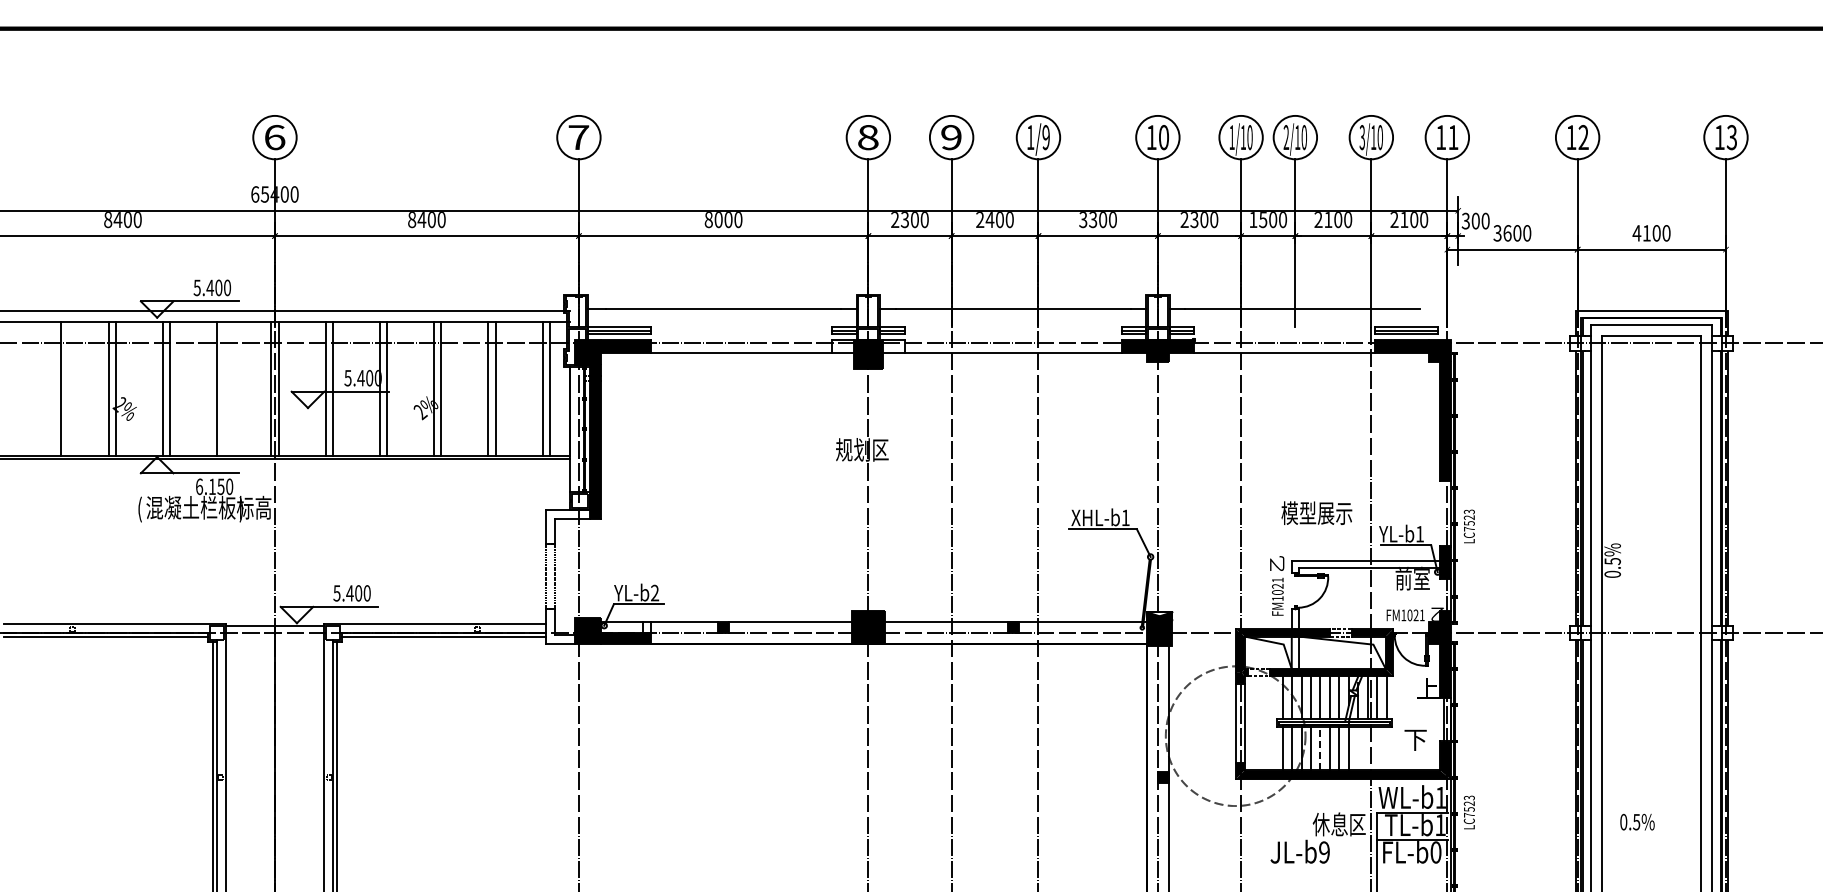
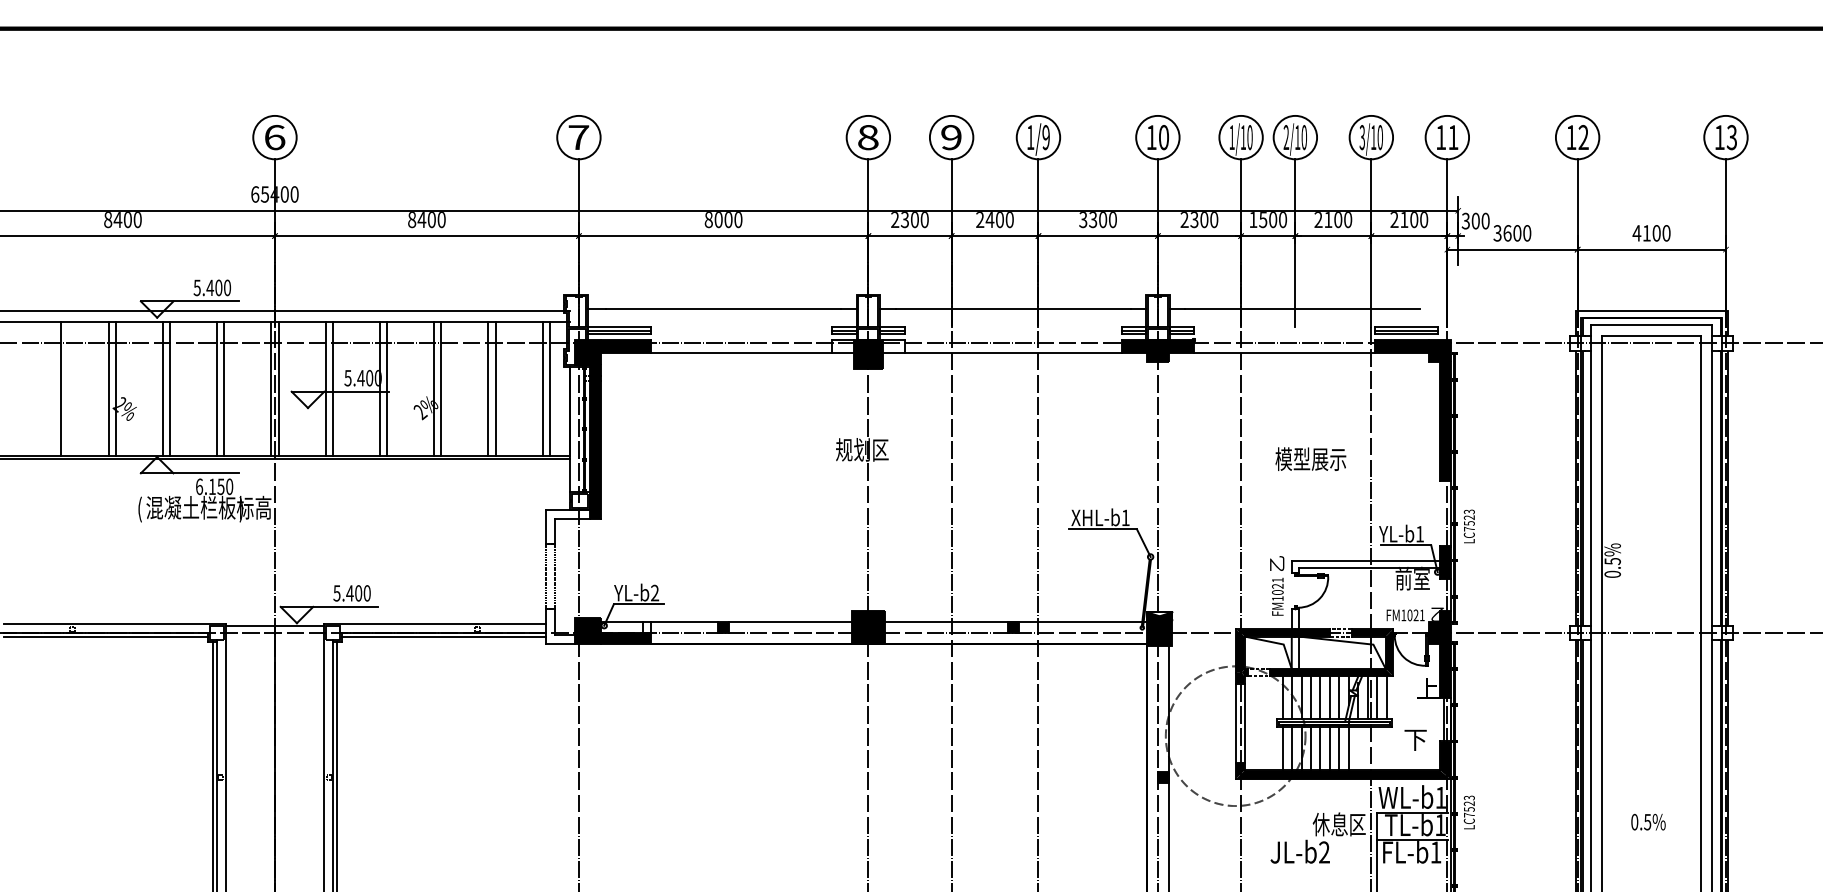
line at (224, 388): none -> present
text at (1316, 512) position: (1316, 512) -> (1310, 458)
line at (1320, 748): dashed -> solid
text at (1637, 821) position: (1637, 821) -> (1648, 821)
text at (1324, 852): JL-b9 -> JL-b2
text at (1435, 852): FL-b0 -> FL-b1
